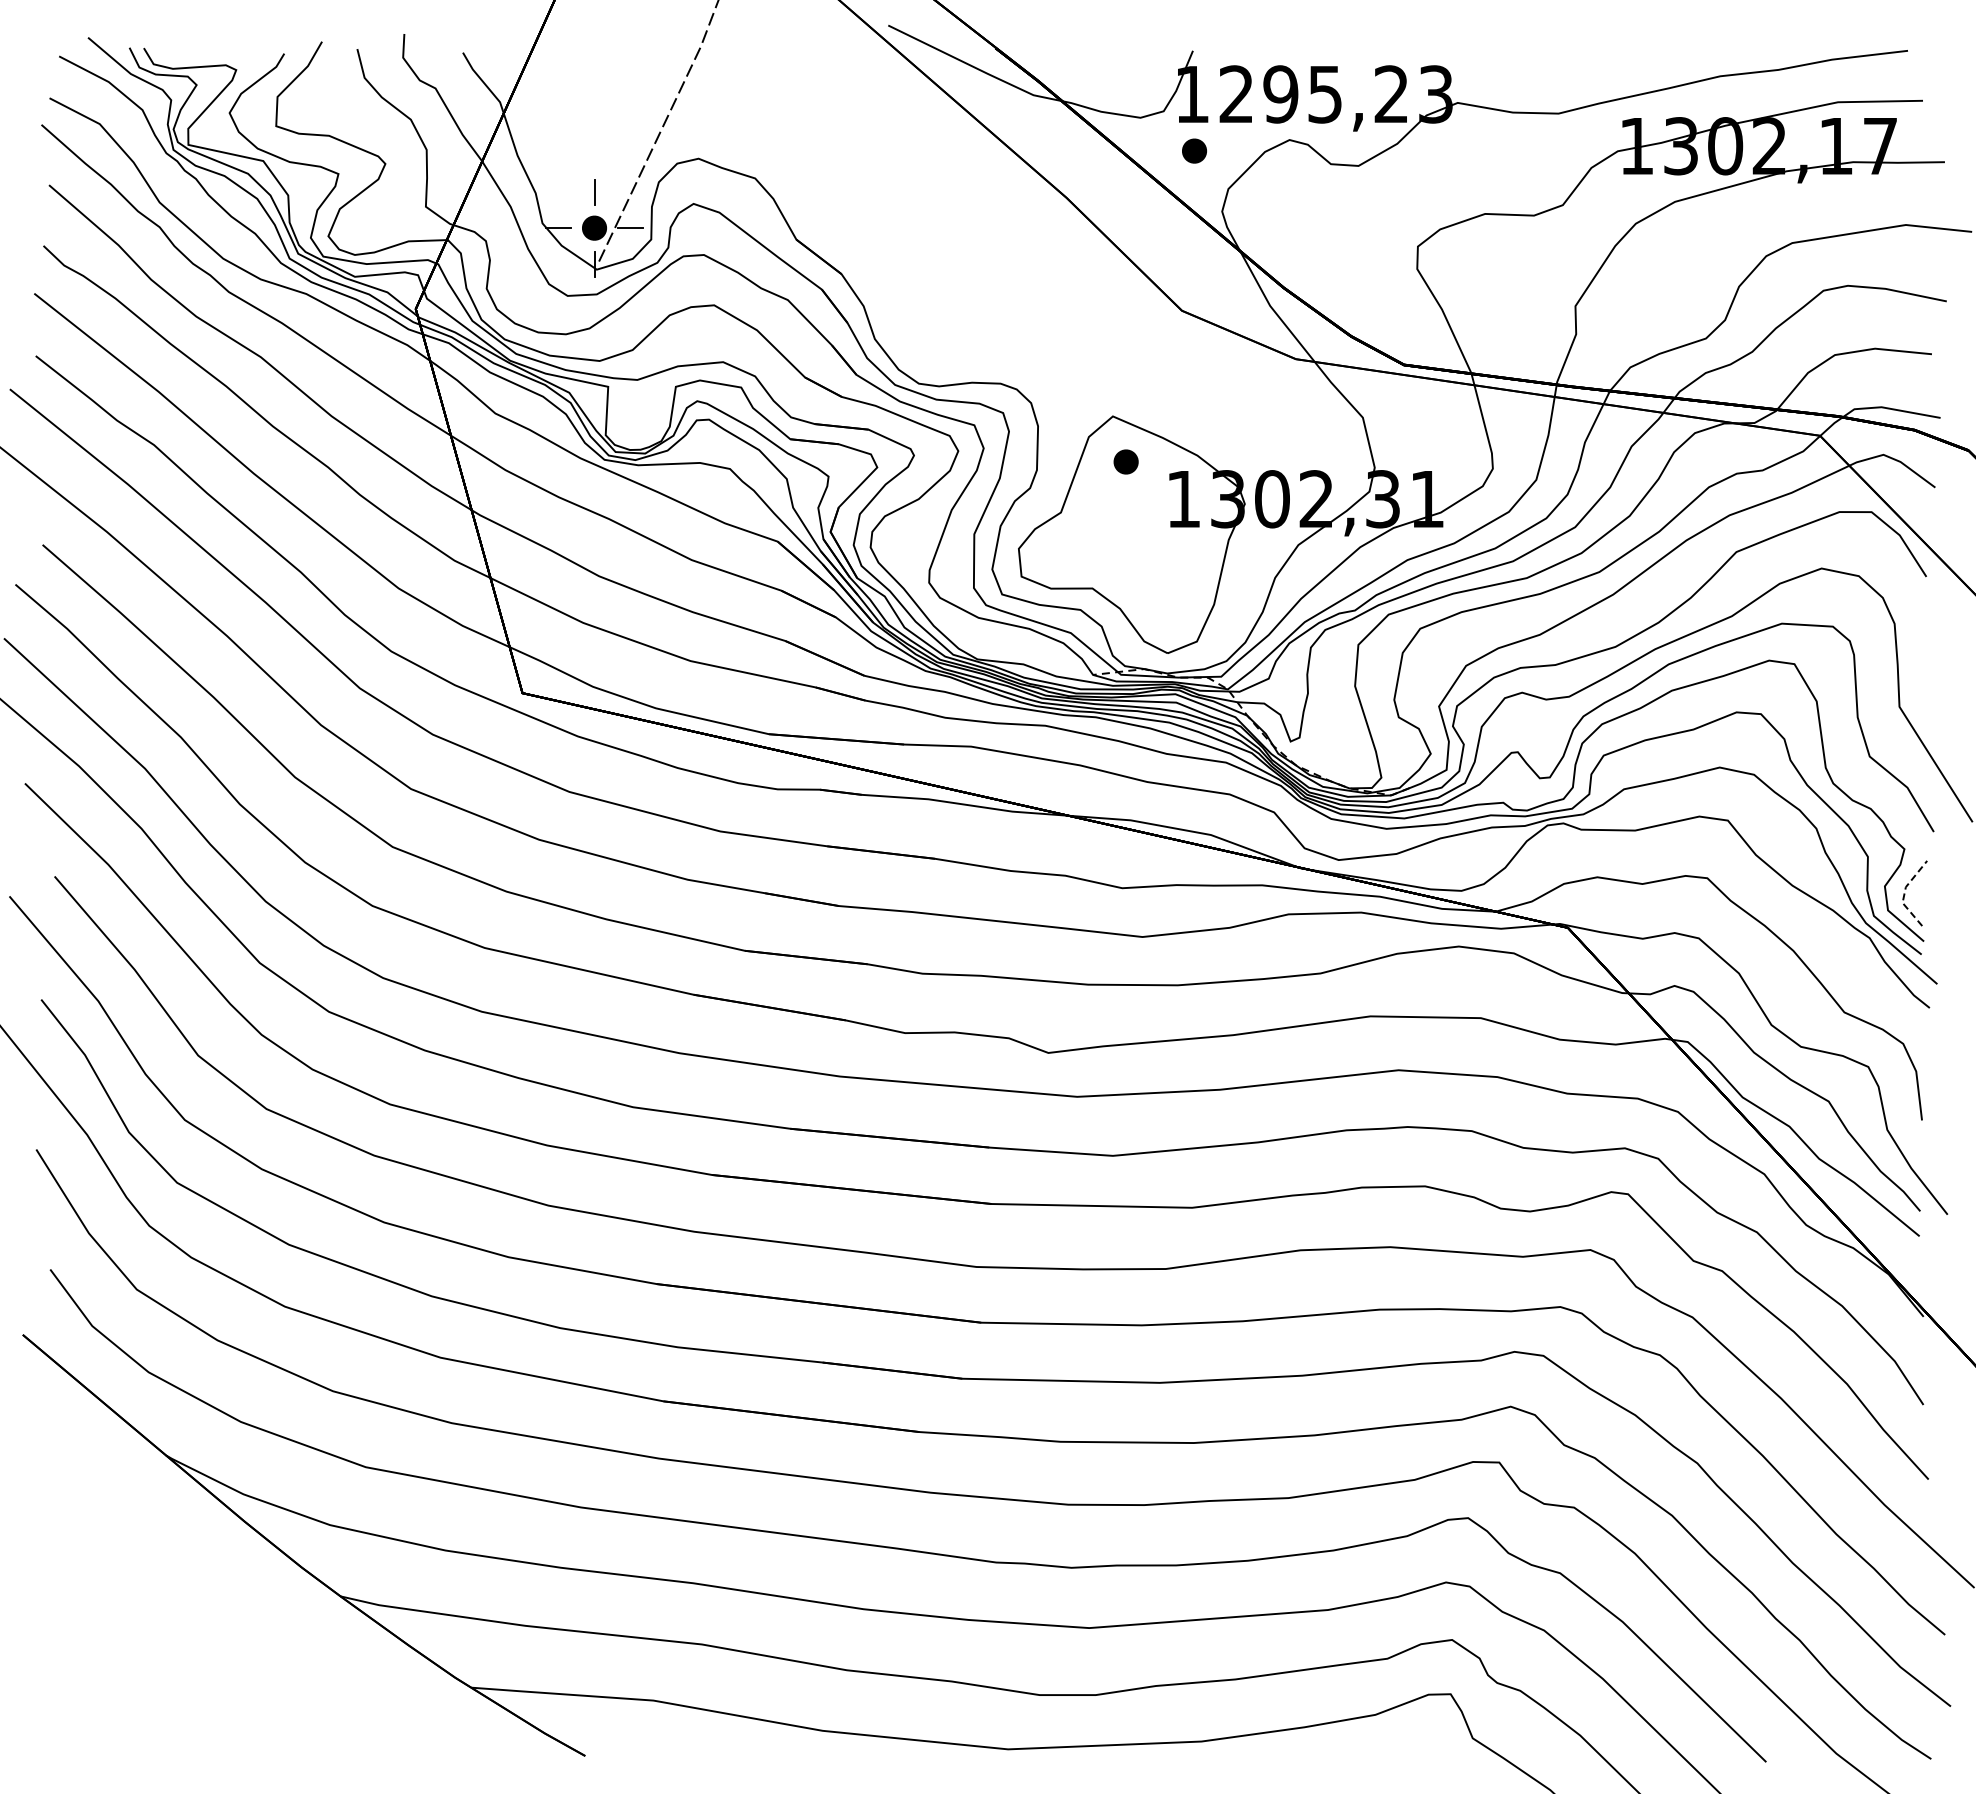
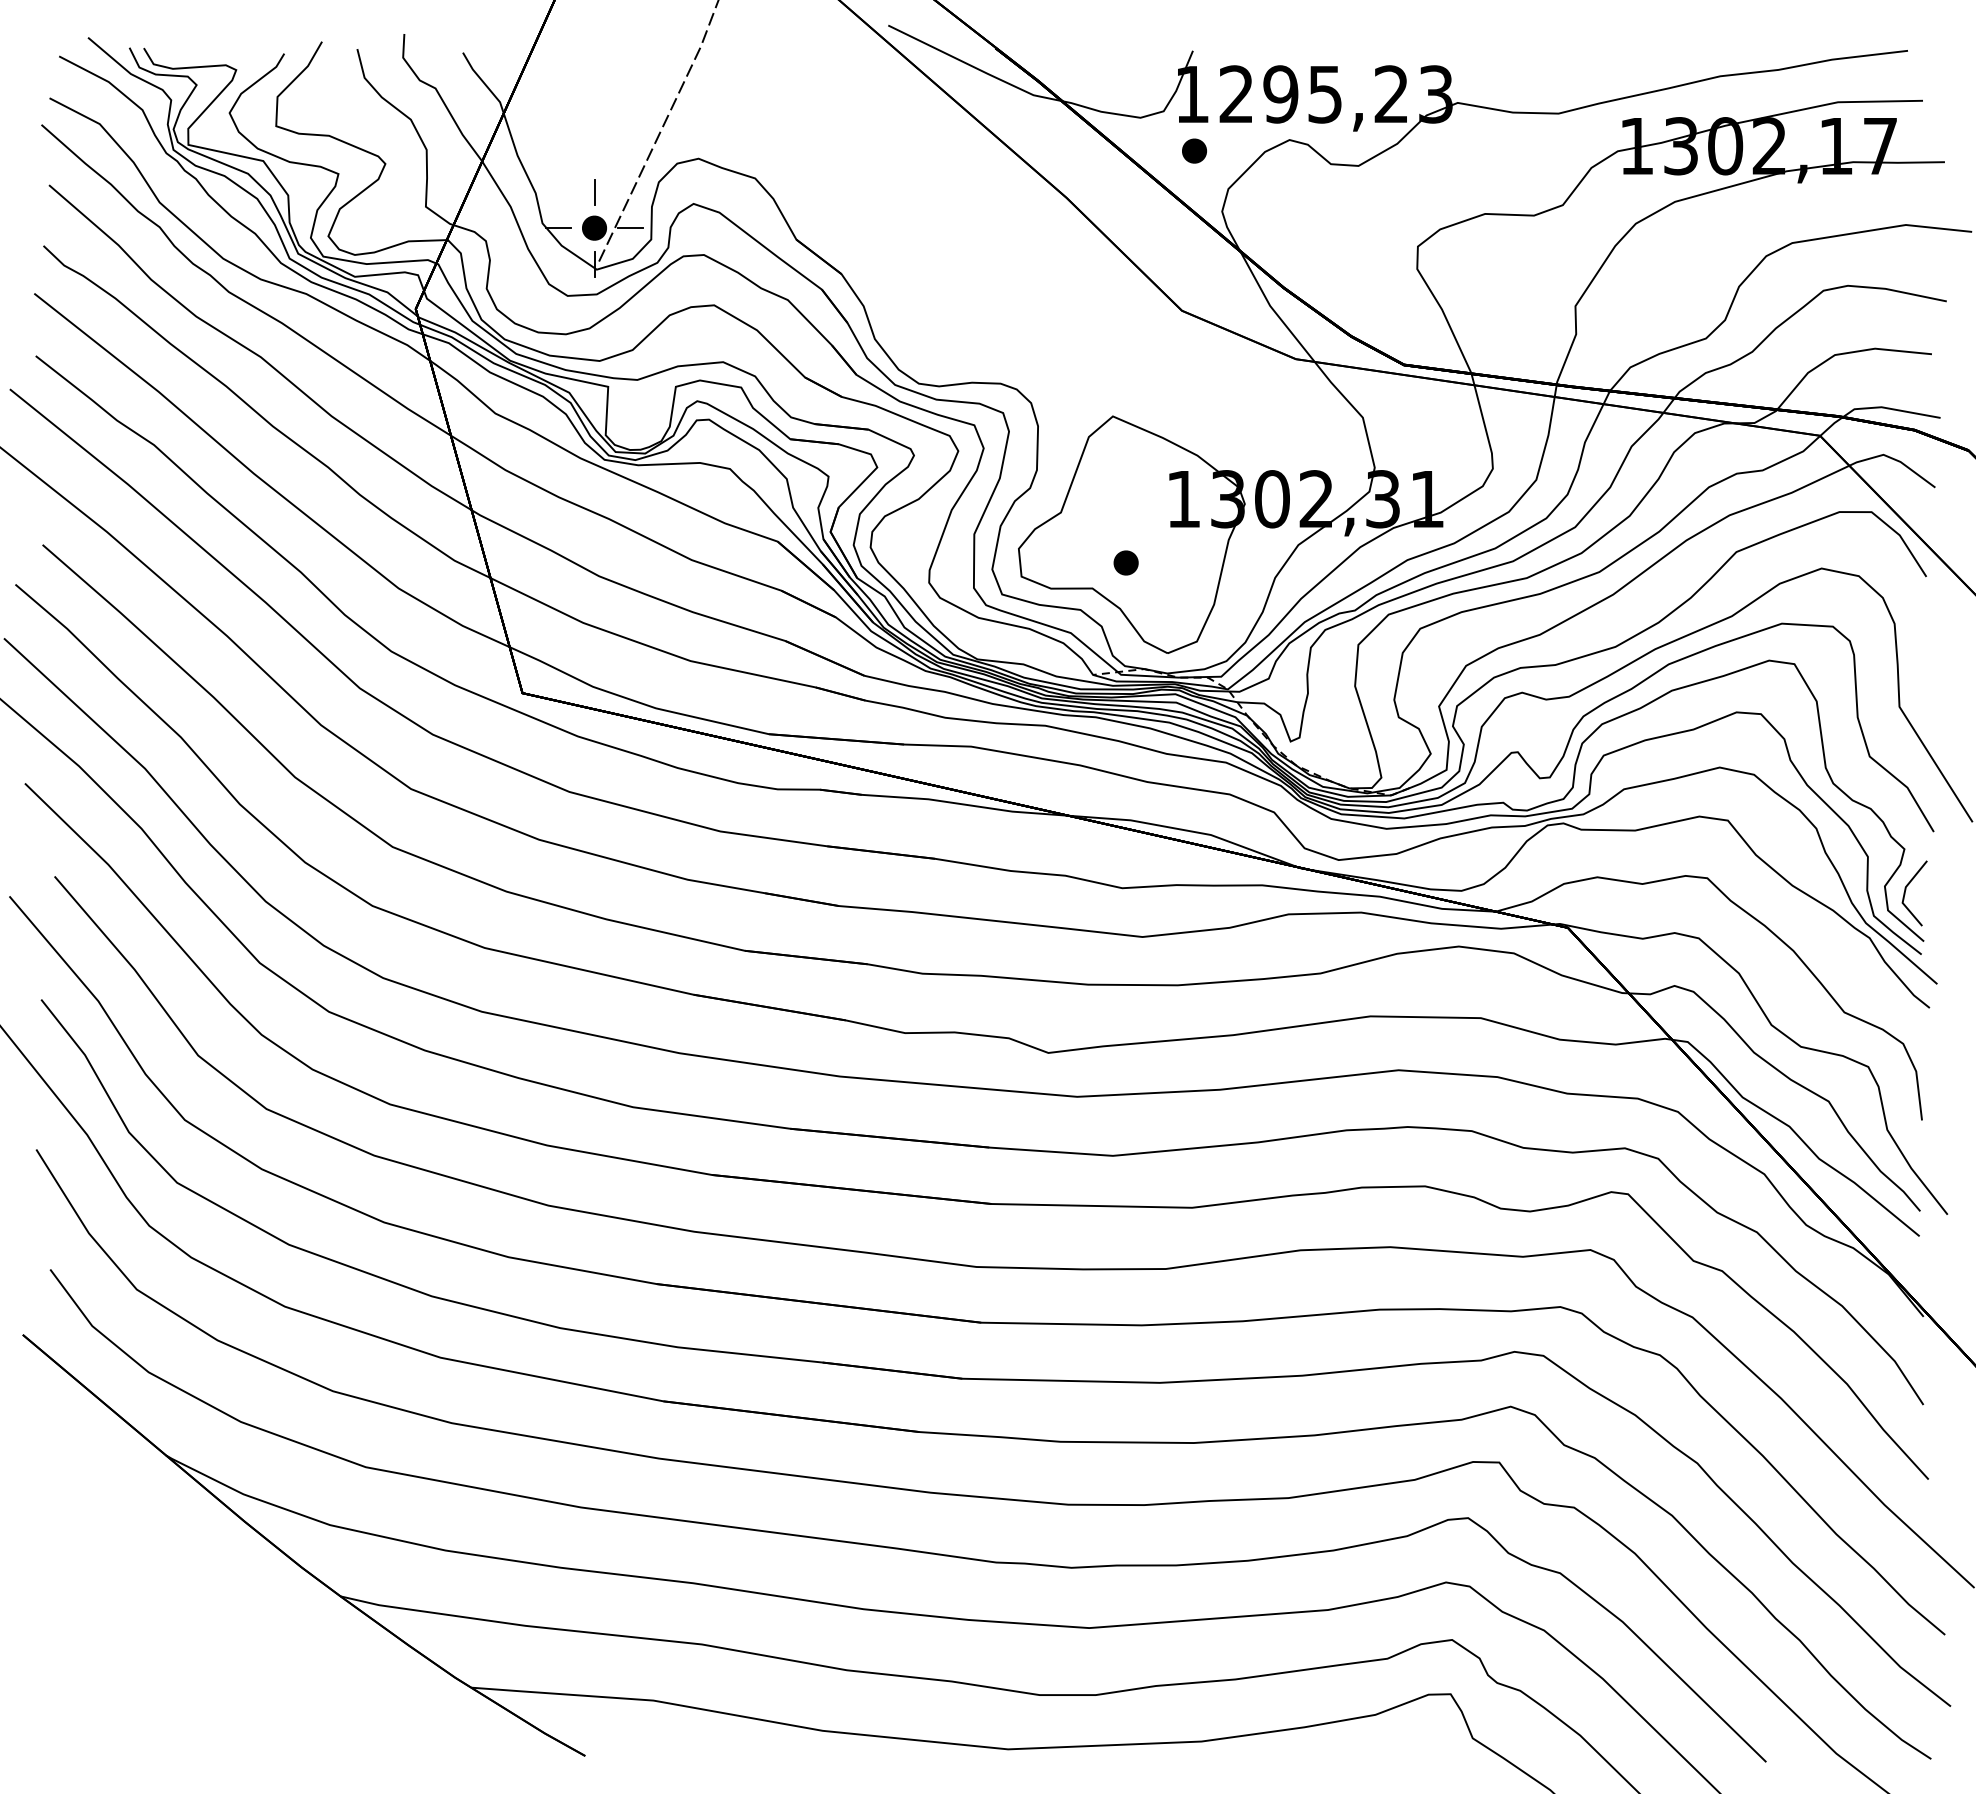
part at (1125, 461) position: (1125, 461) -> (1125, 562)
line at (1904, 893): dashed -> solid
